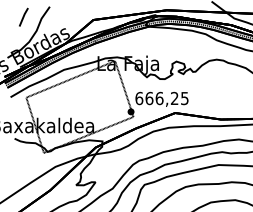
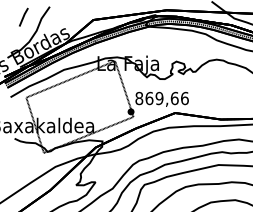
text at (161, 98): 666,25 -> 869,66
